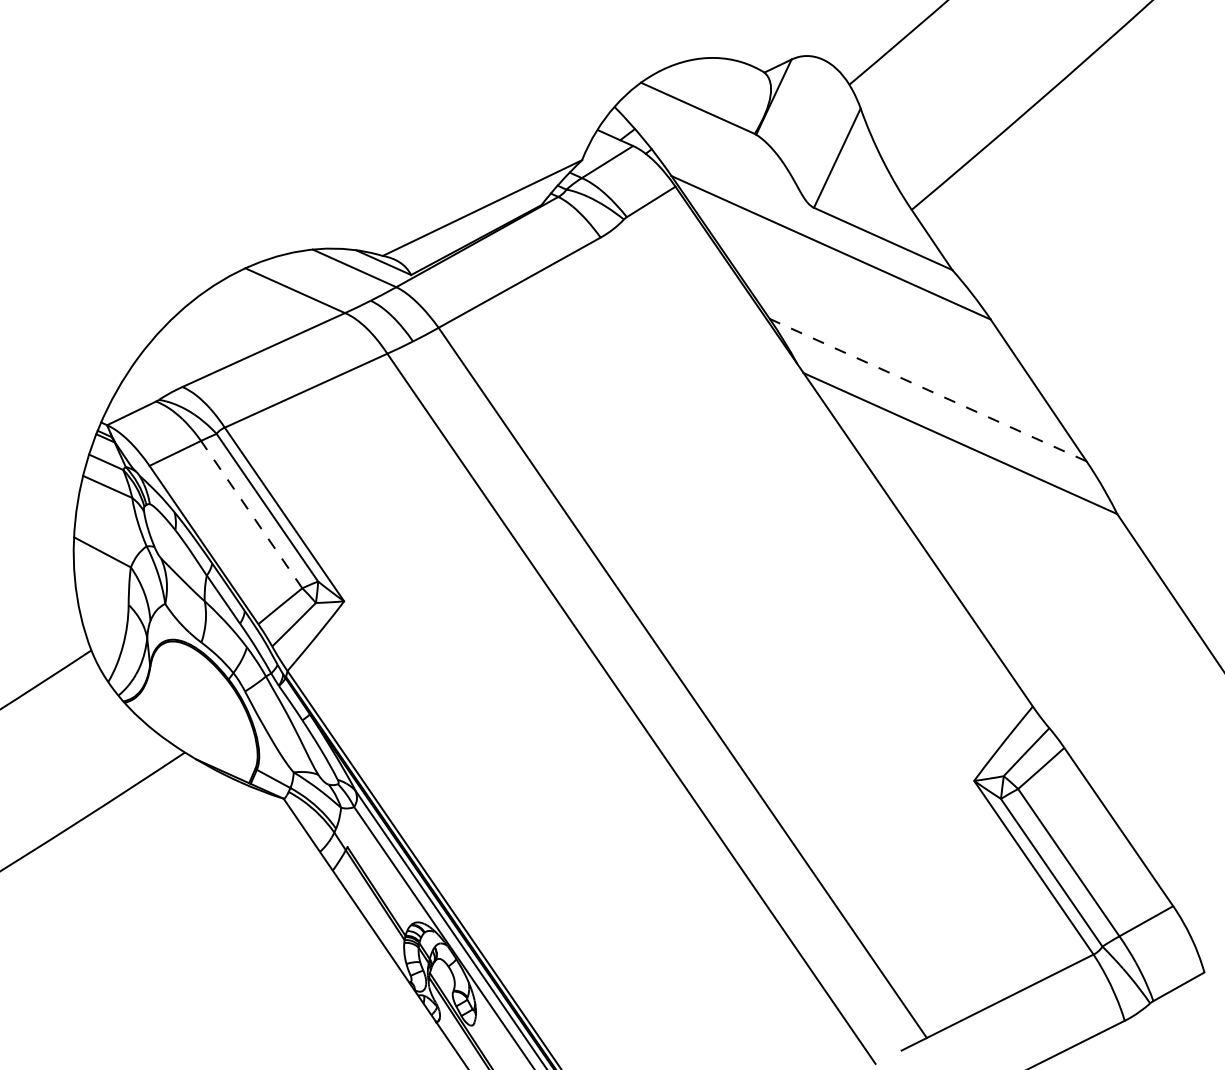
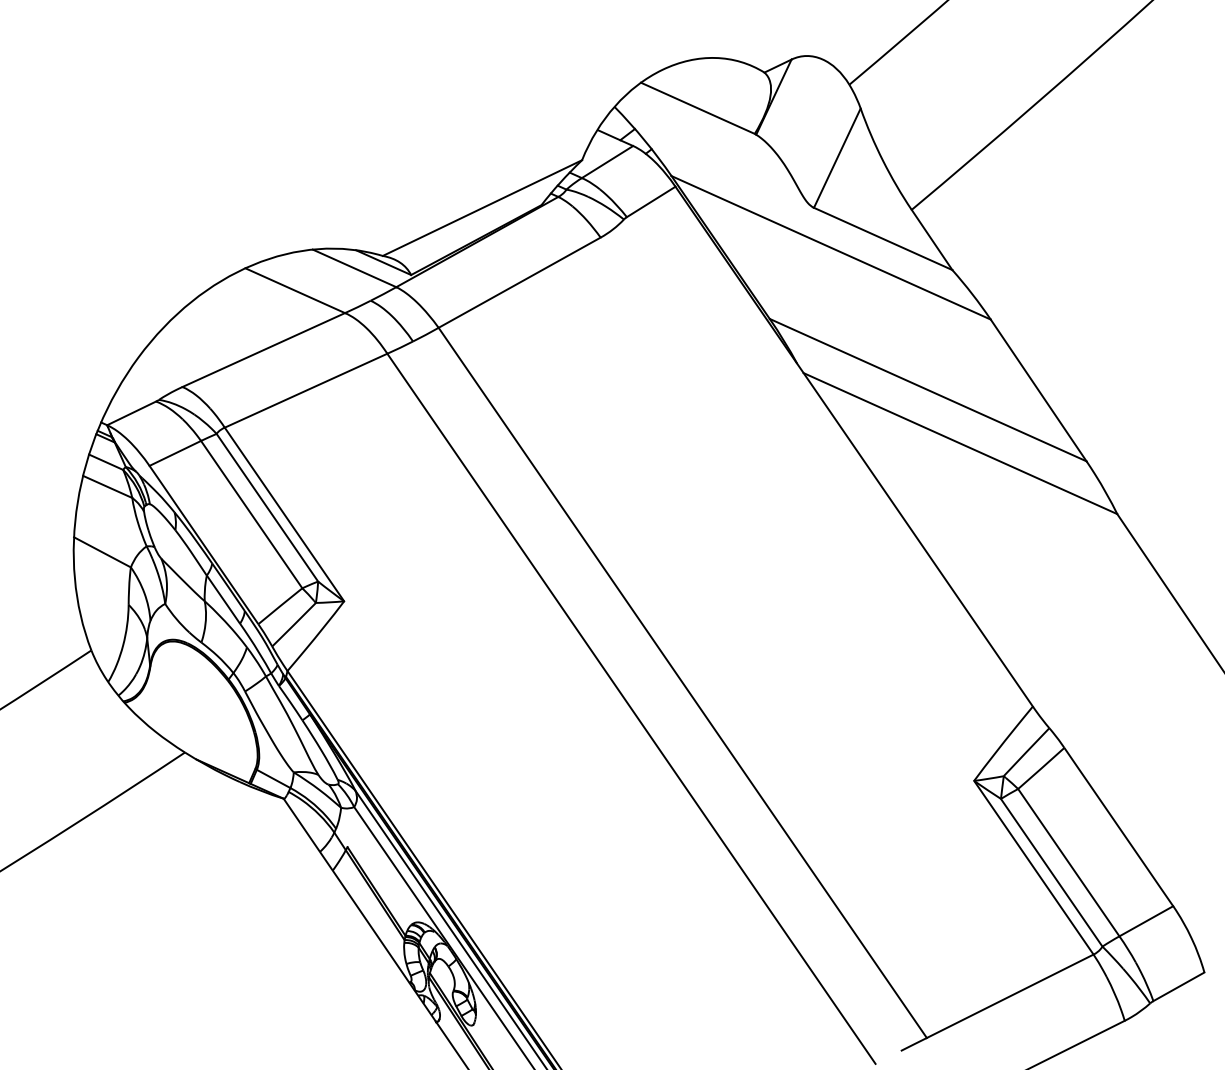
line at (928, 390): dashed -> solid
line at (251, 514): dashed -> solid
